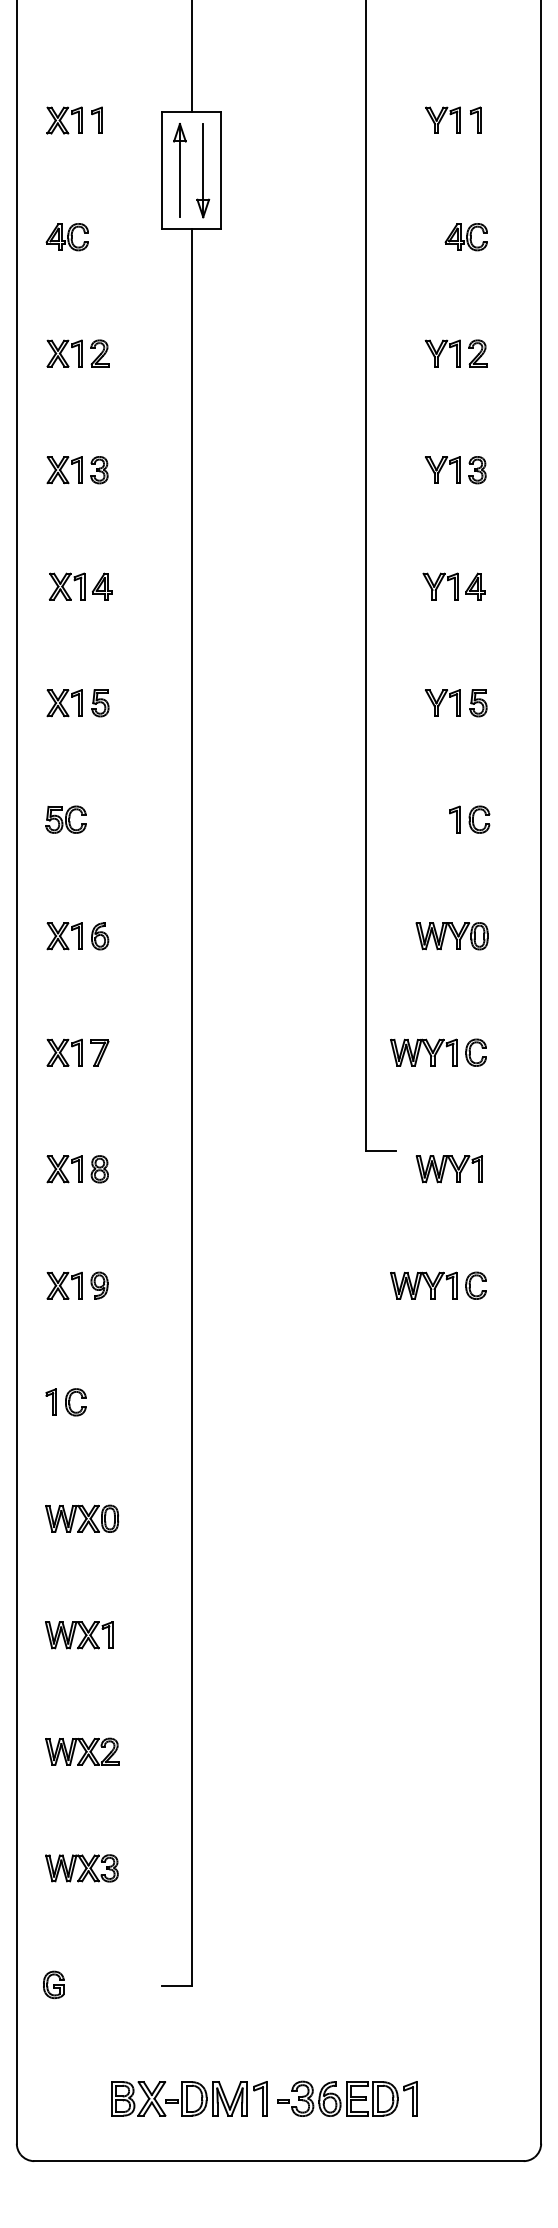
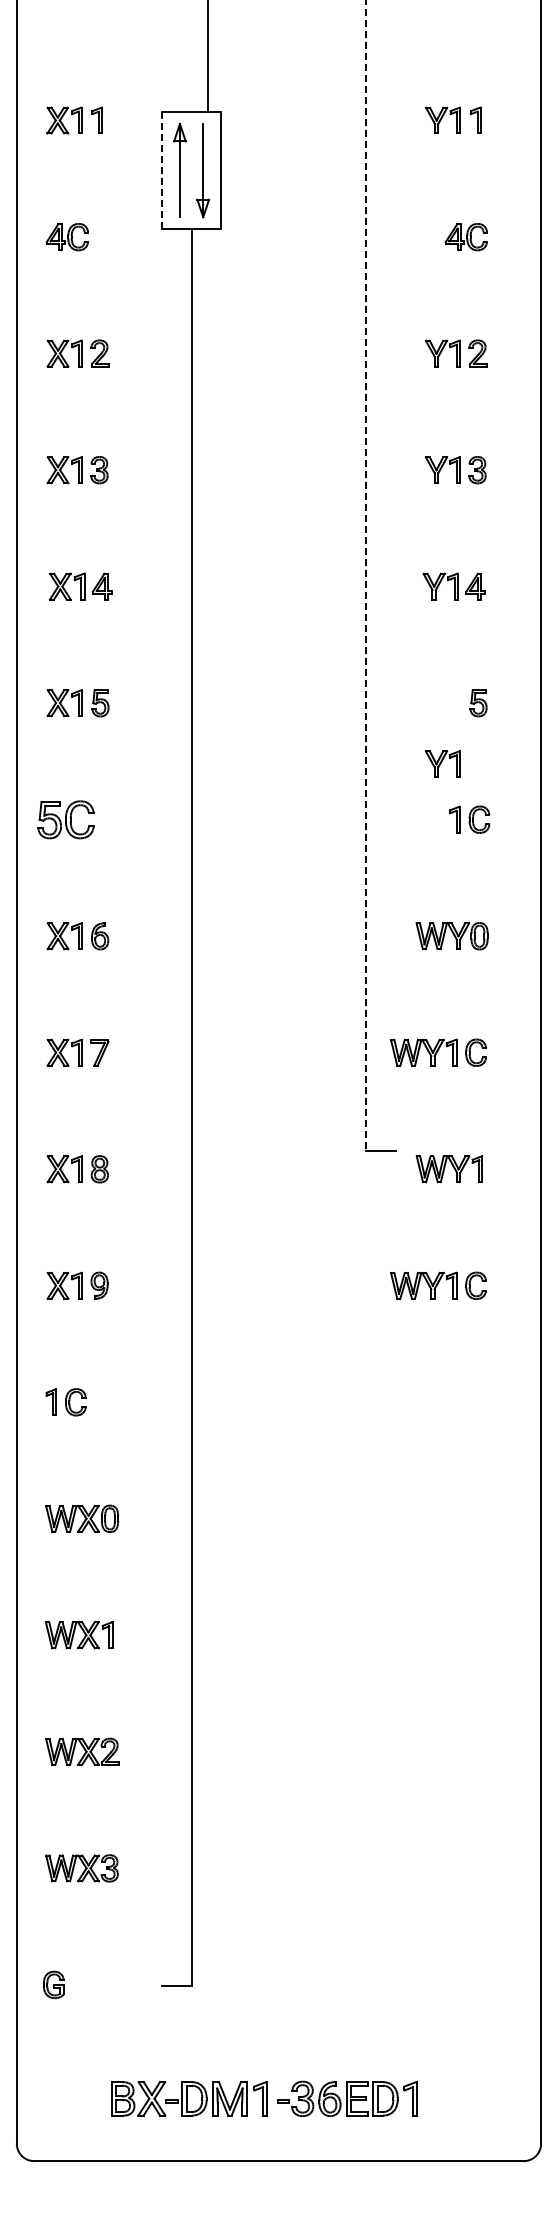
line at (191, 57) position: (191, 57) -> (207, 57)
line at (162, 170): solid -> dashed
line at (366, 576): solid -> dashed
part at (442, 702) position: (442, 702) -> (442, 763)
part at (65, 819) size: 42x29 px -> 58x40 px
